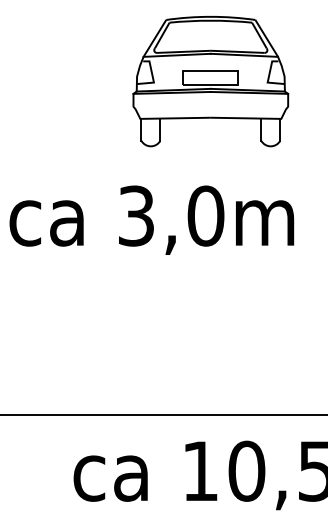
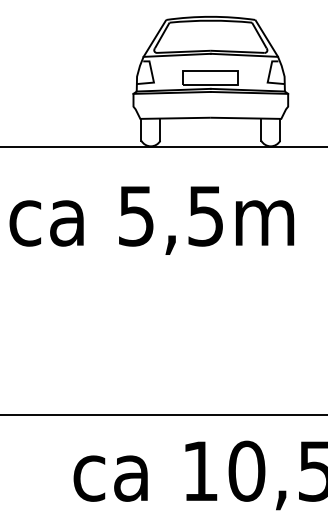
line at (163, 146): none -> present
text at (171, 215): 3,0m -> 5,5m
